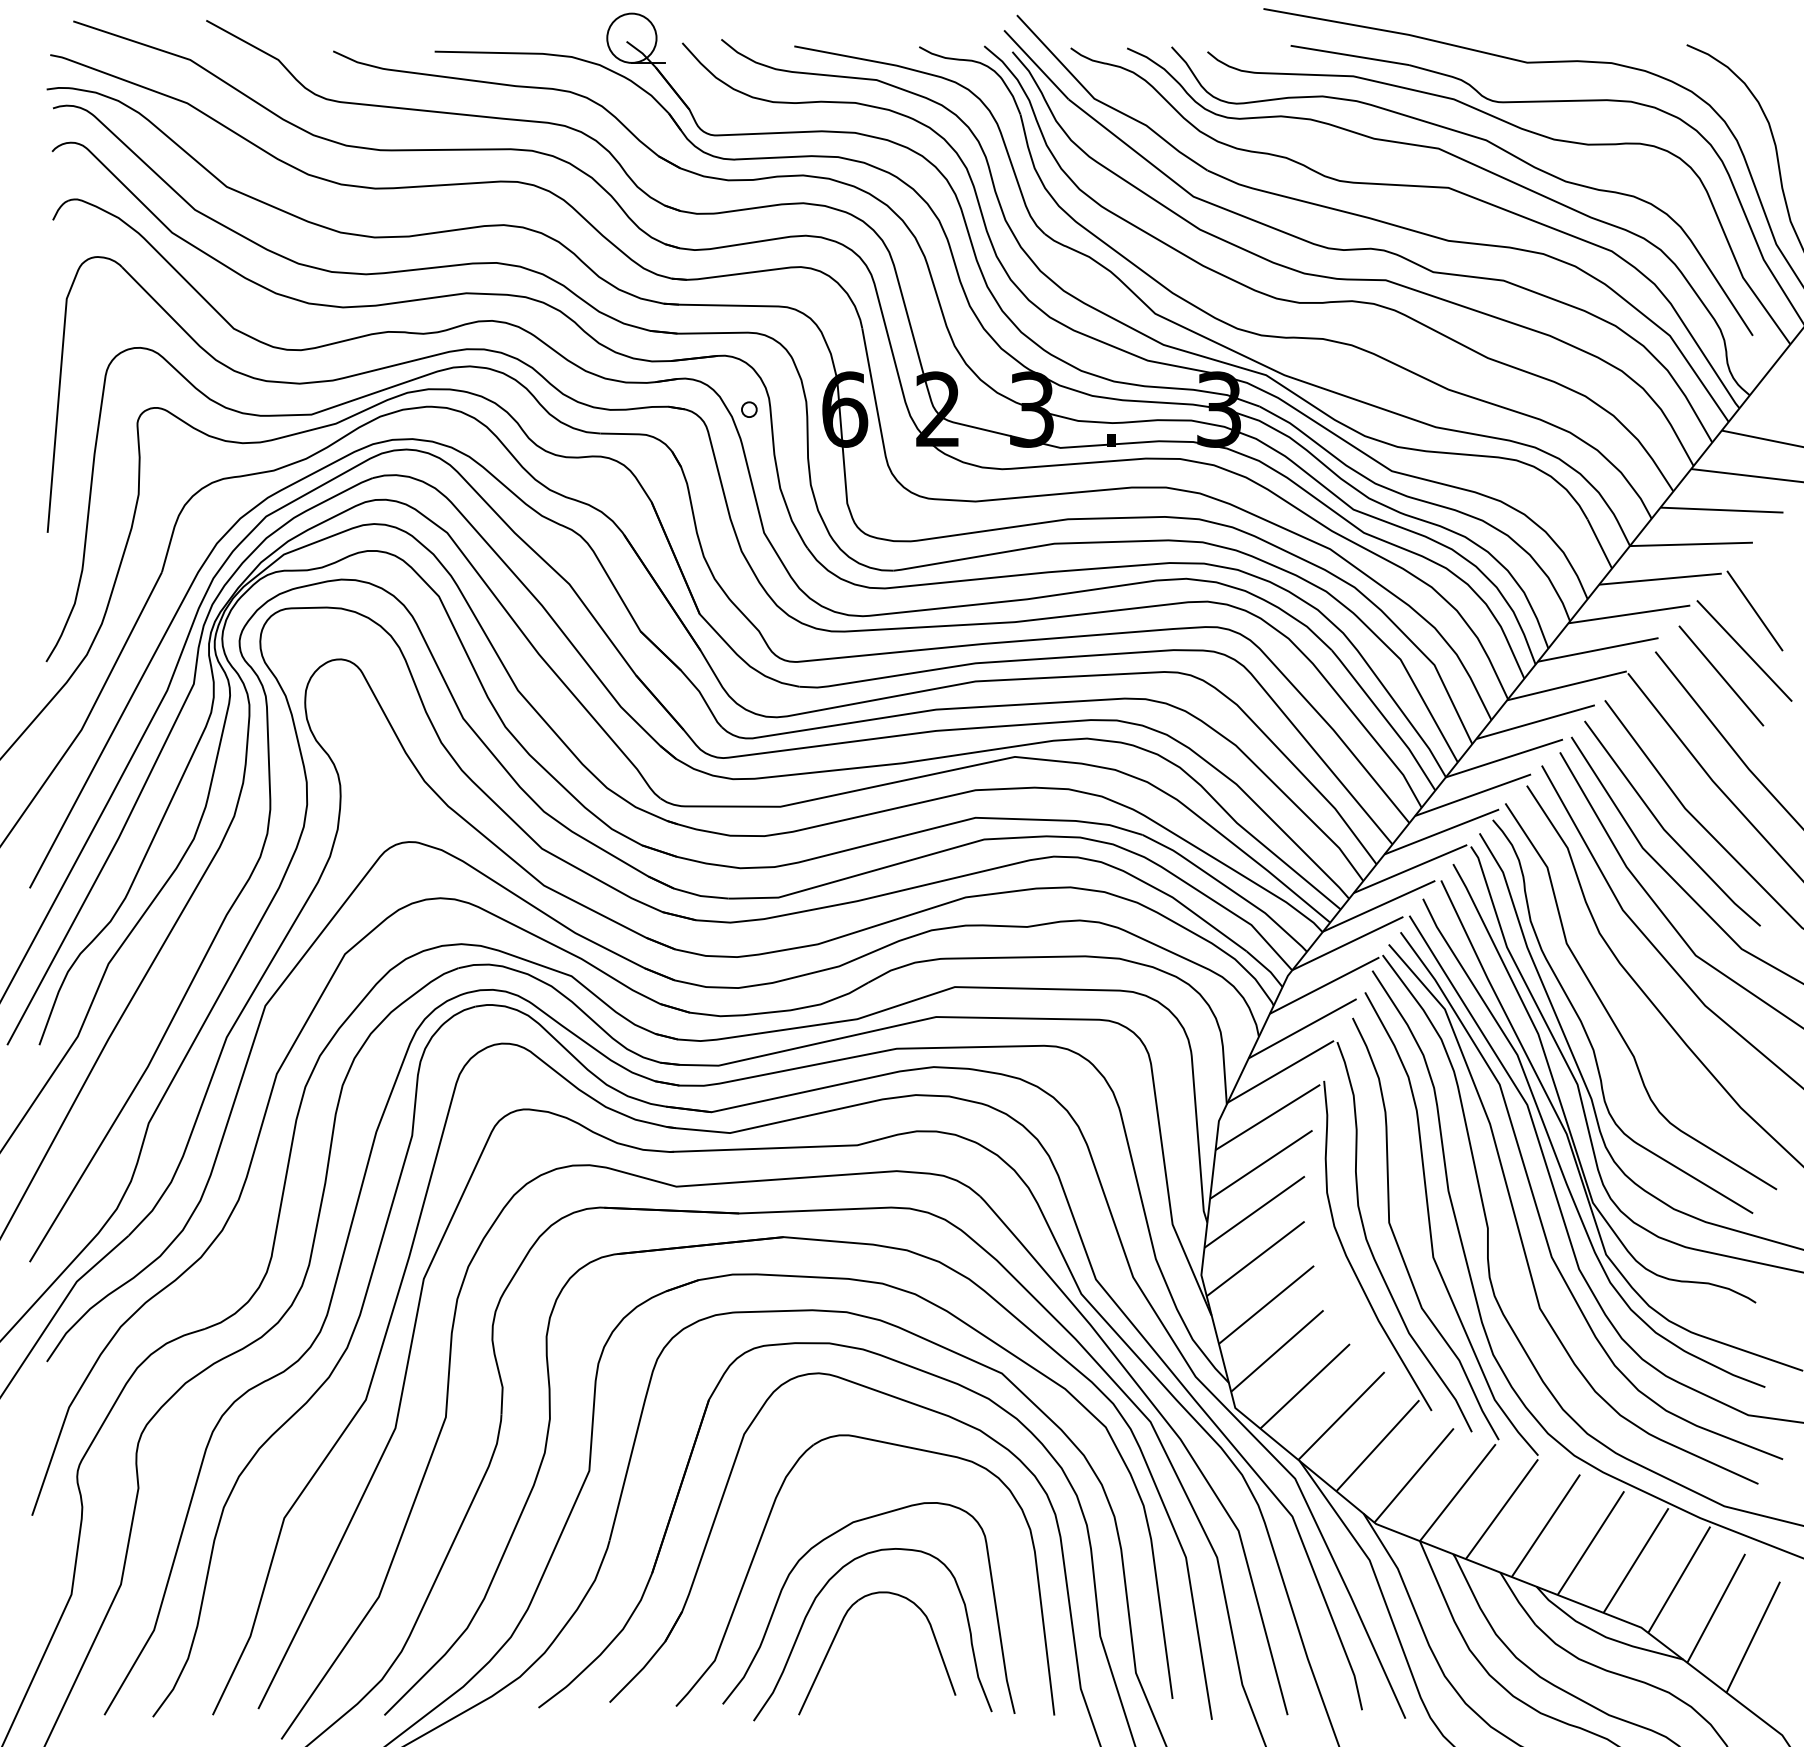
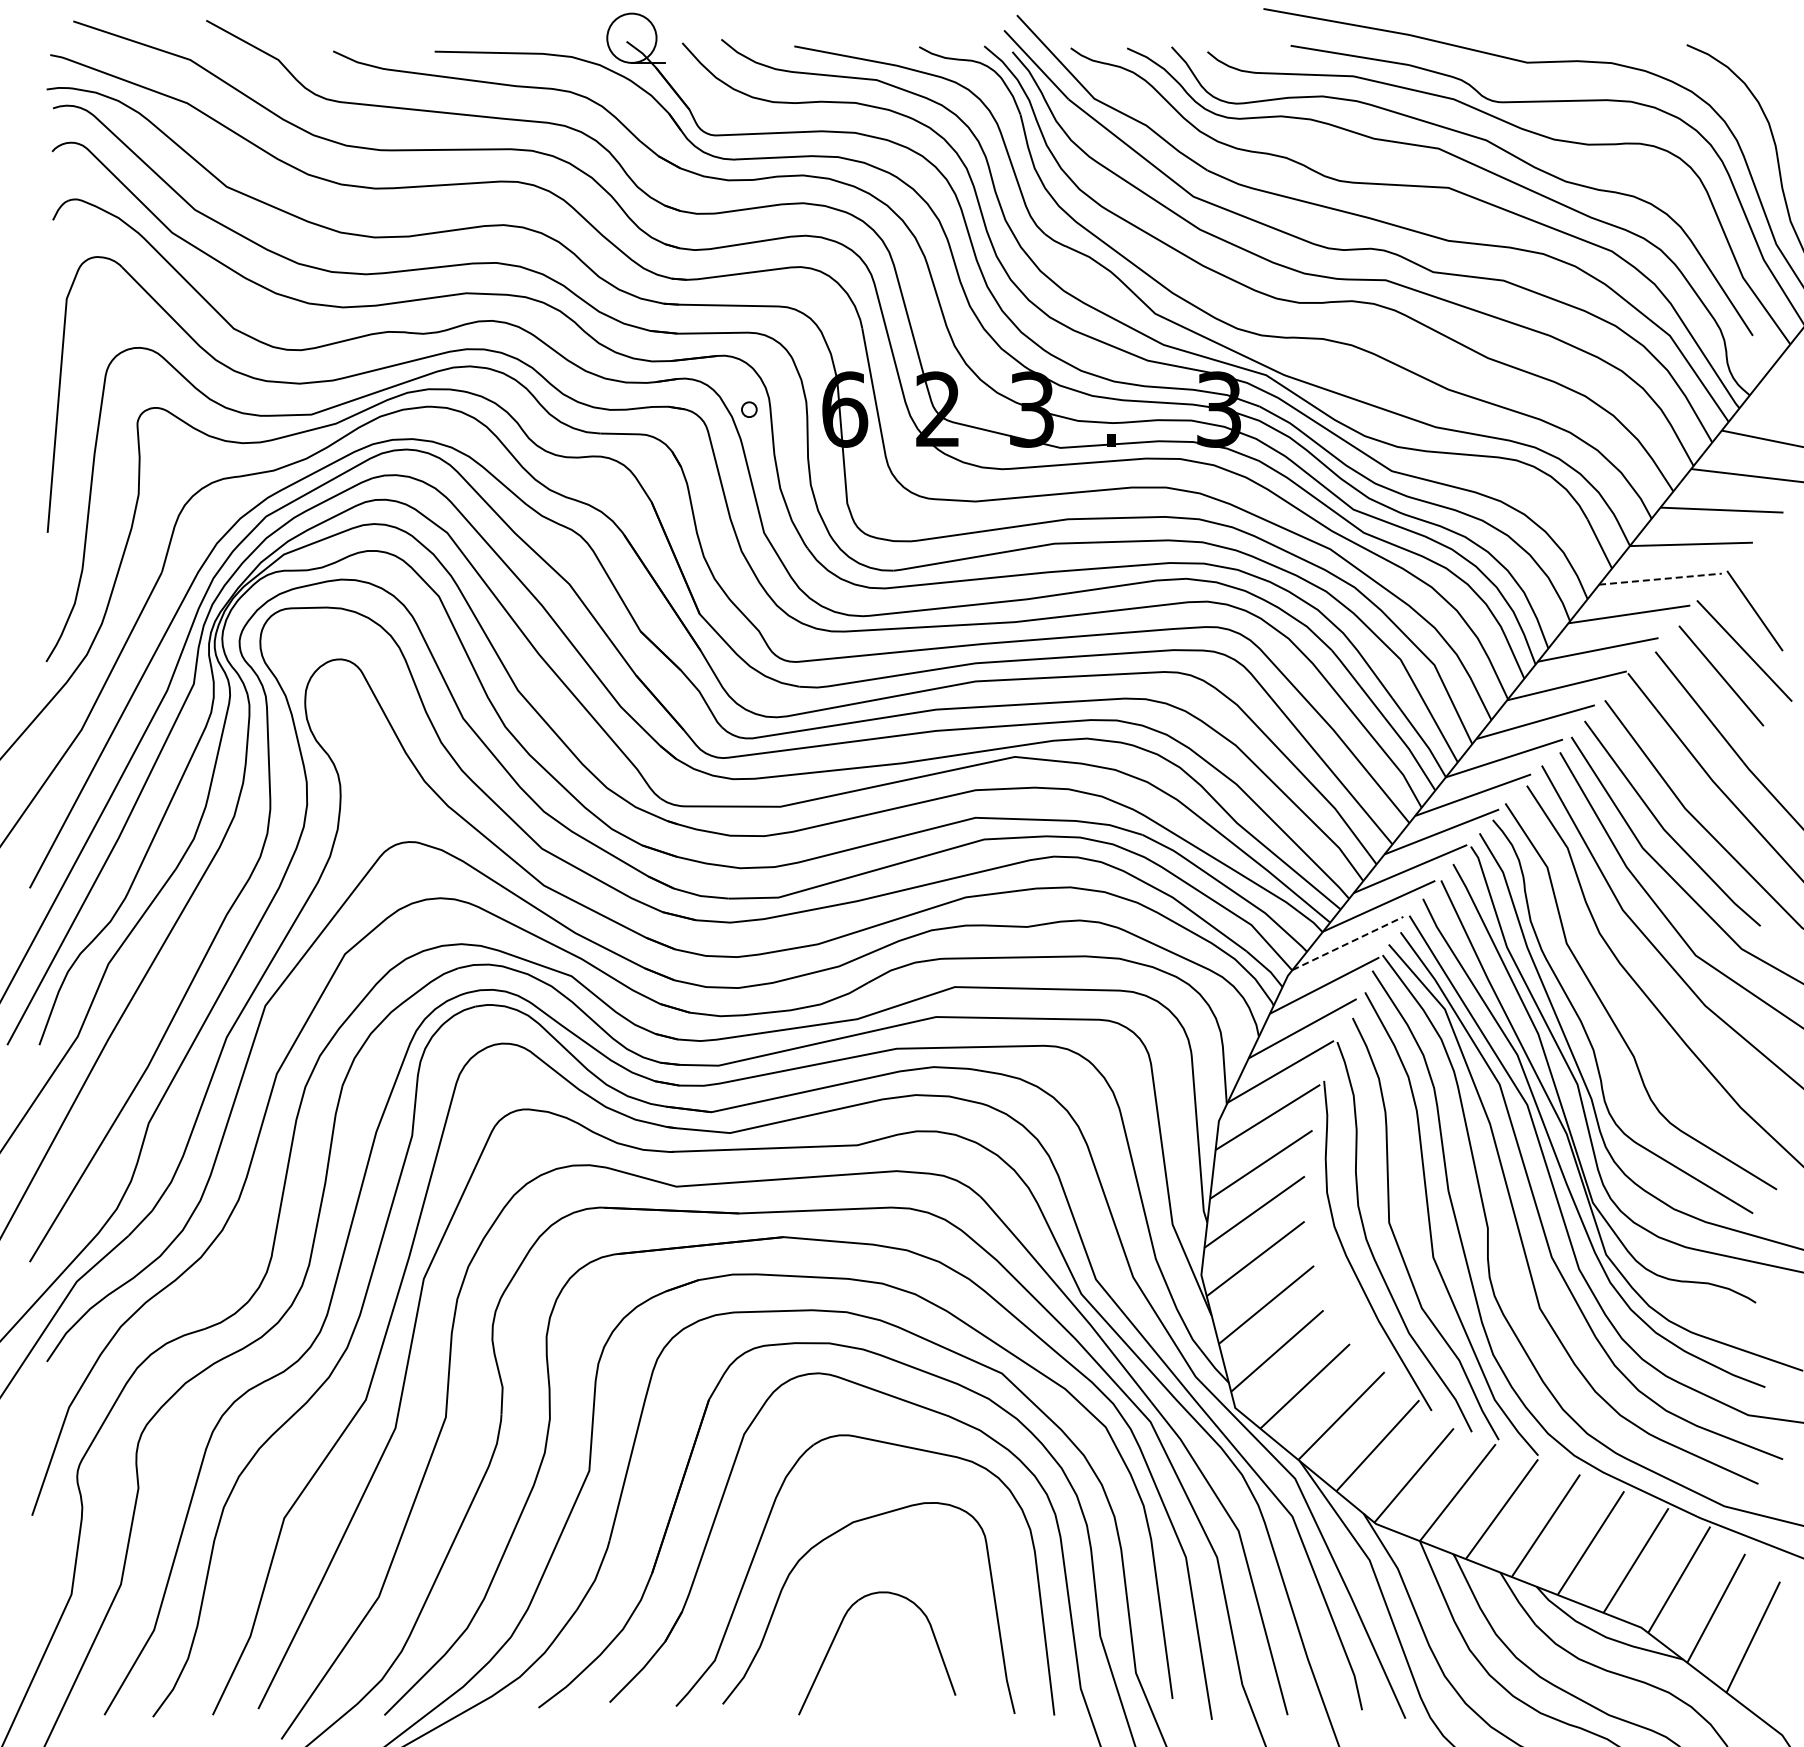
line at (1660, 579): solid -> dashed
line at (1347, 943): solid -> dashed
curve at (813, 1604): present -> none
